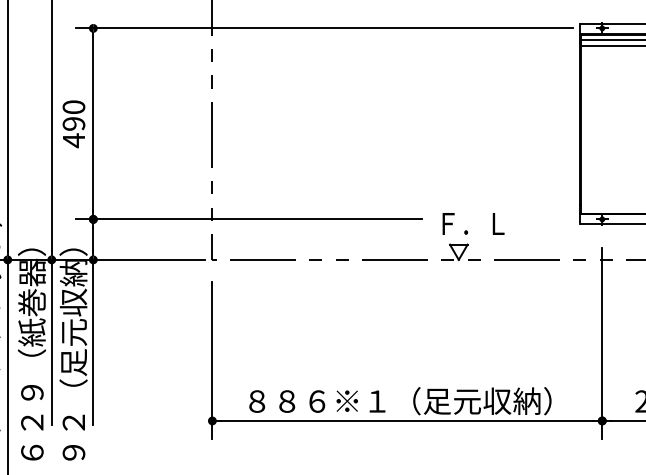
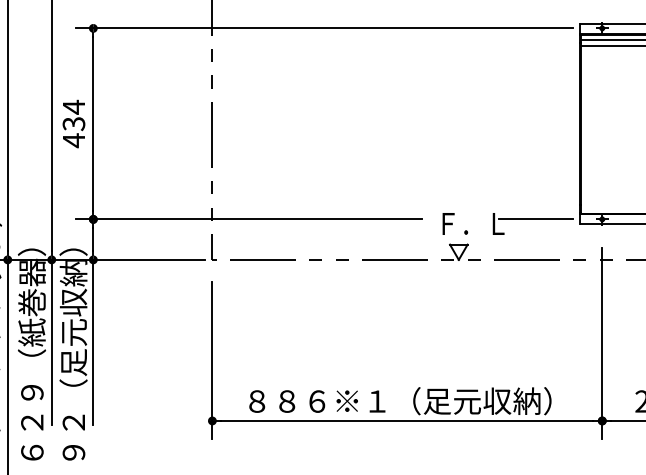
text at (73, 115): 490 -> 434
line at (535, 219): none -> present
